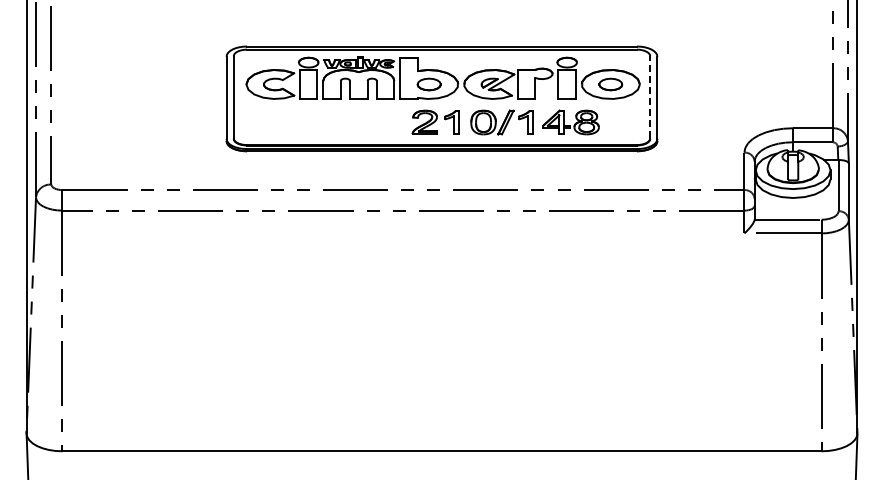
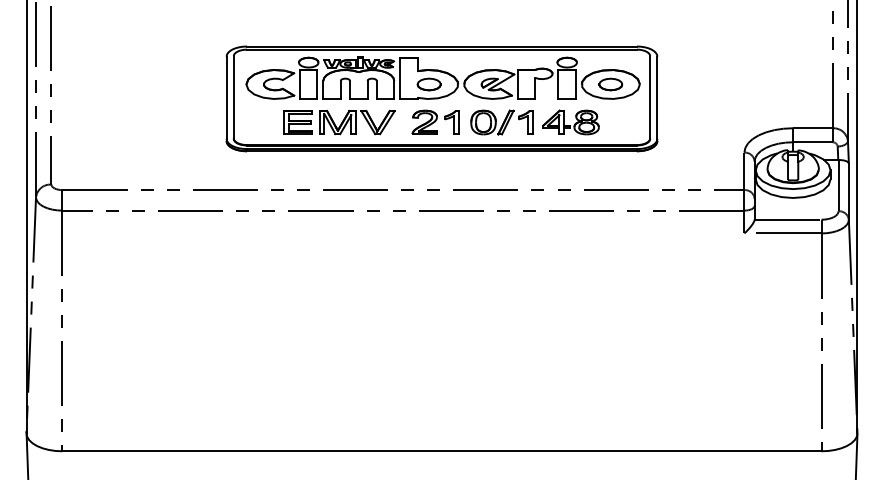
line at (650, 96): dashed -> solid
part at (339, 122): none -> present
